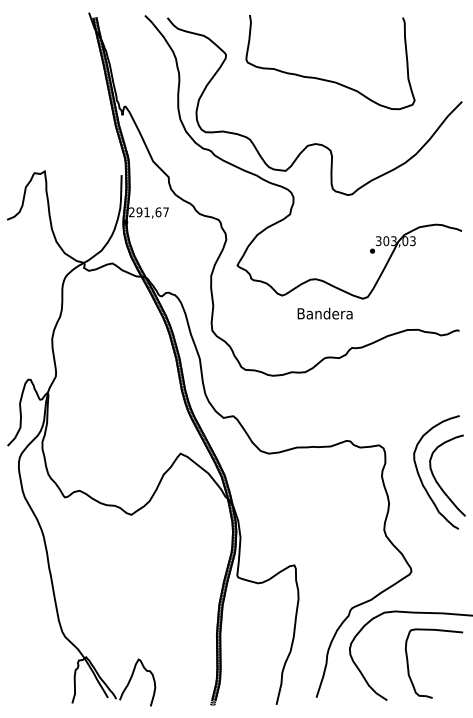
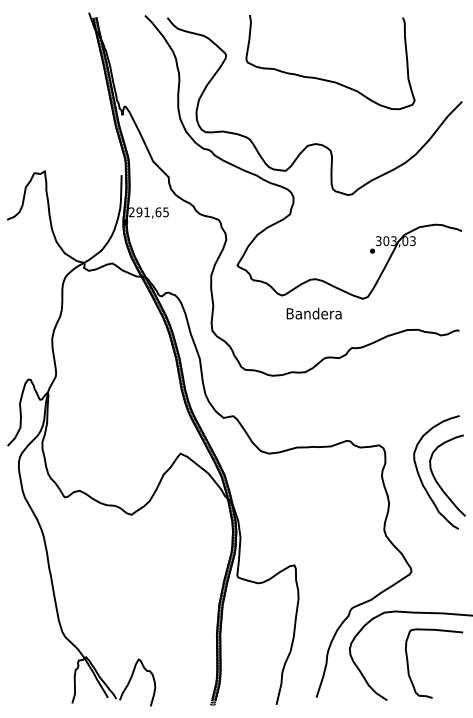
text at (165, 212): 291,67 -> 291,65
text at (324, 313) position: (324, 313) -> (313, 313)
